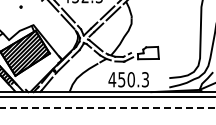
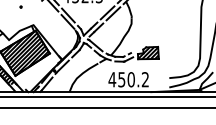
hatch at (148, 53): none -> present
text at (145, 79): 450.3 -> 450.2
line at (108, 108): dashed -> solid
